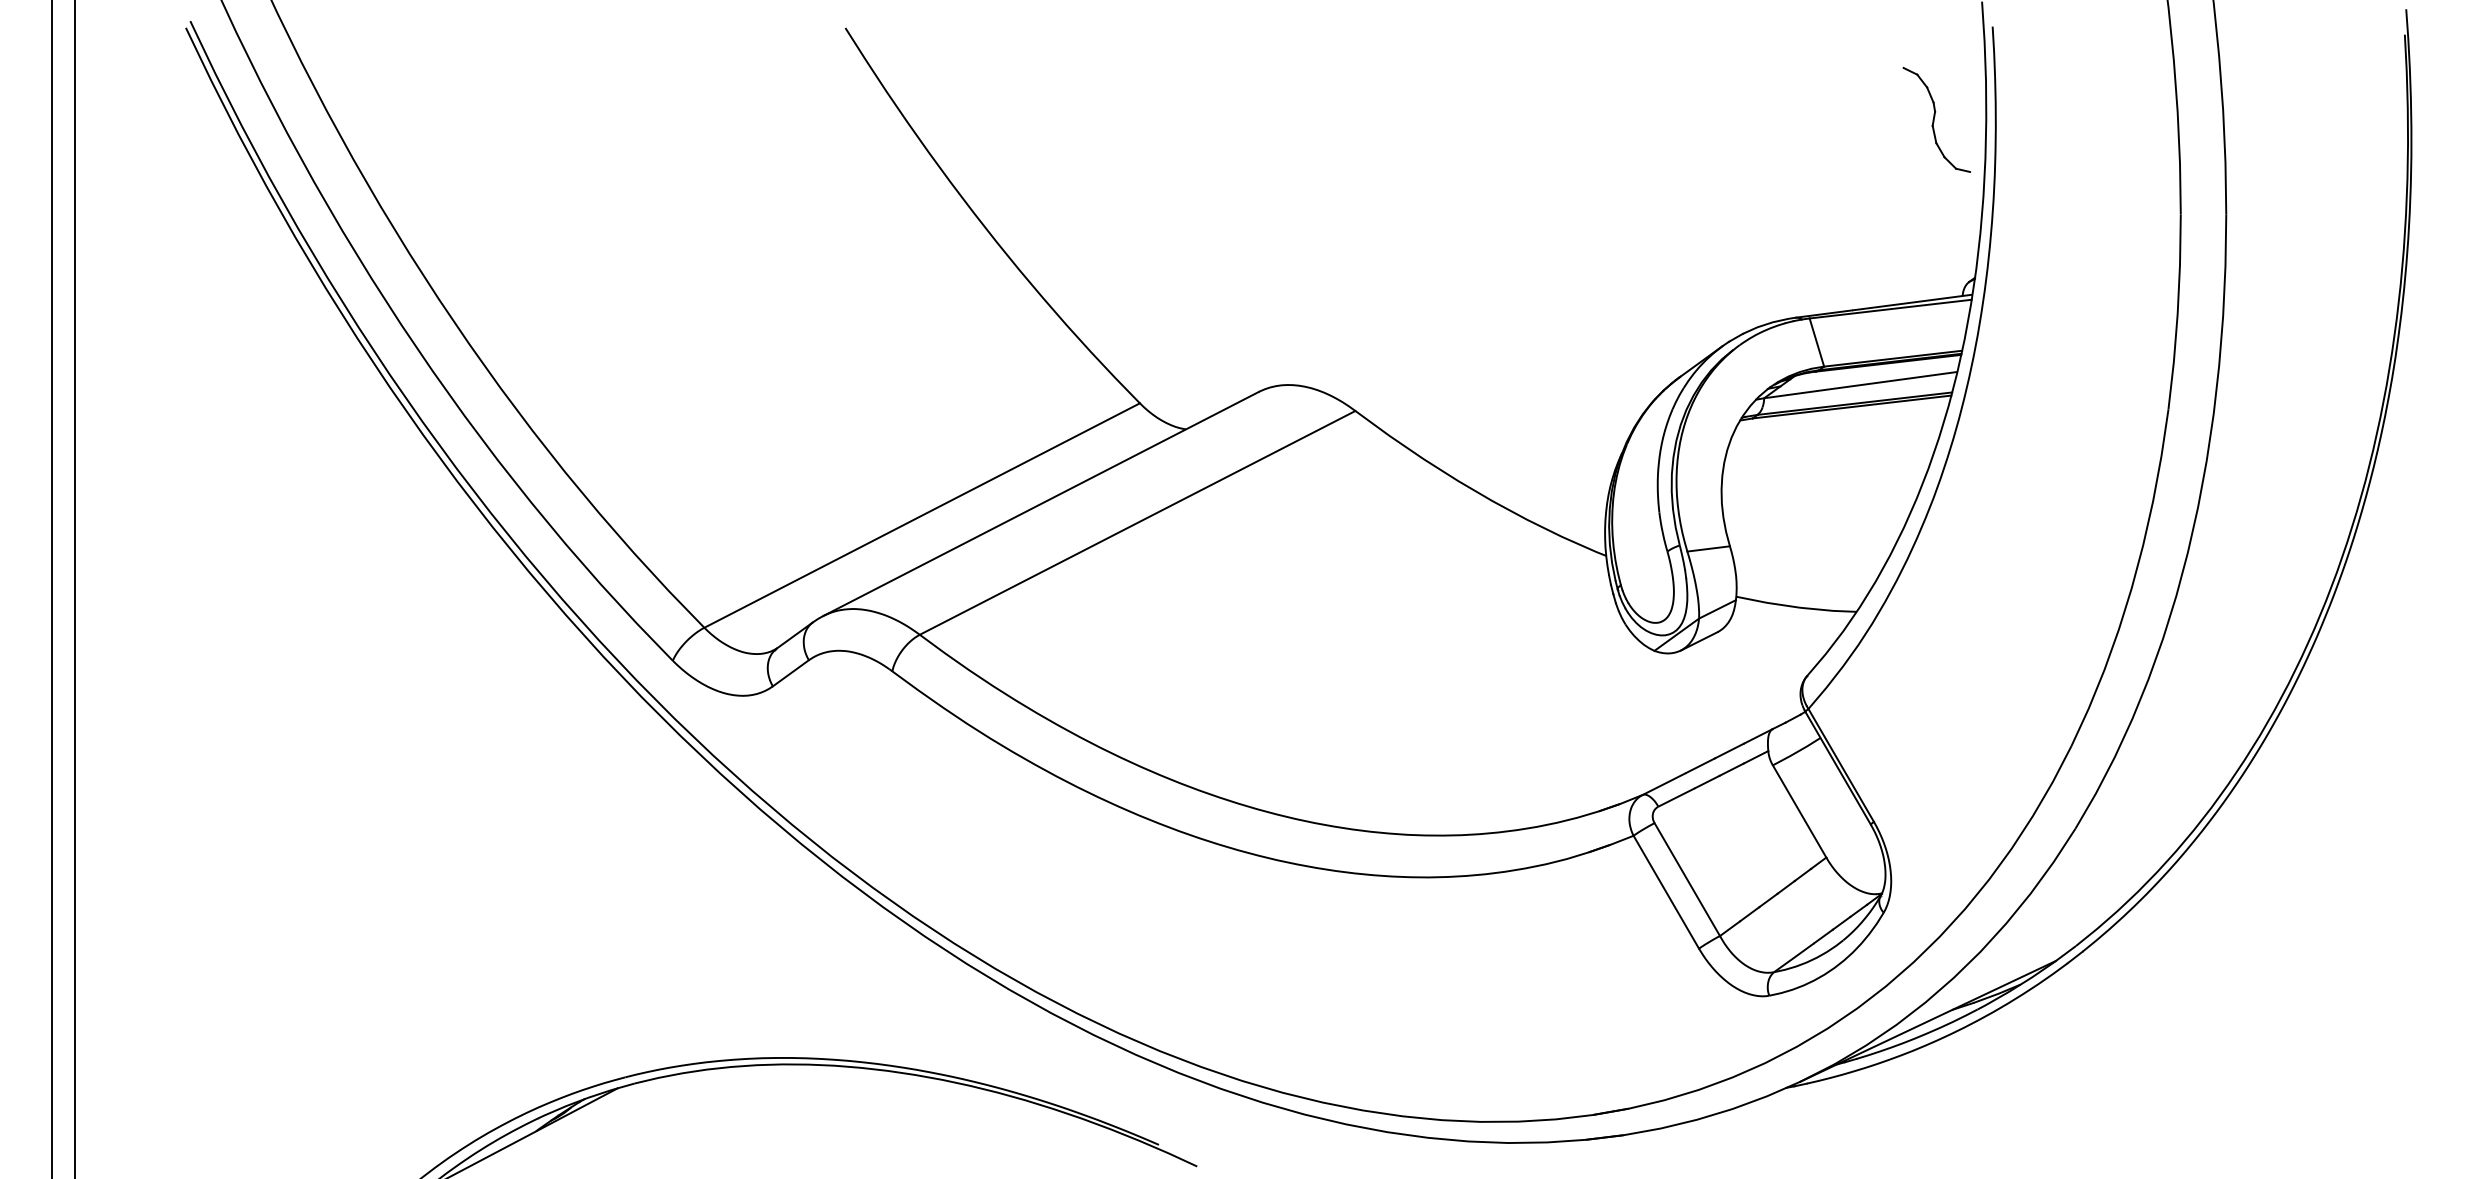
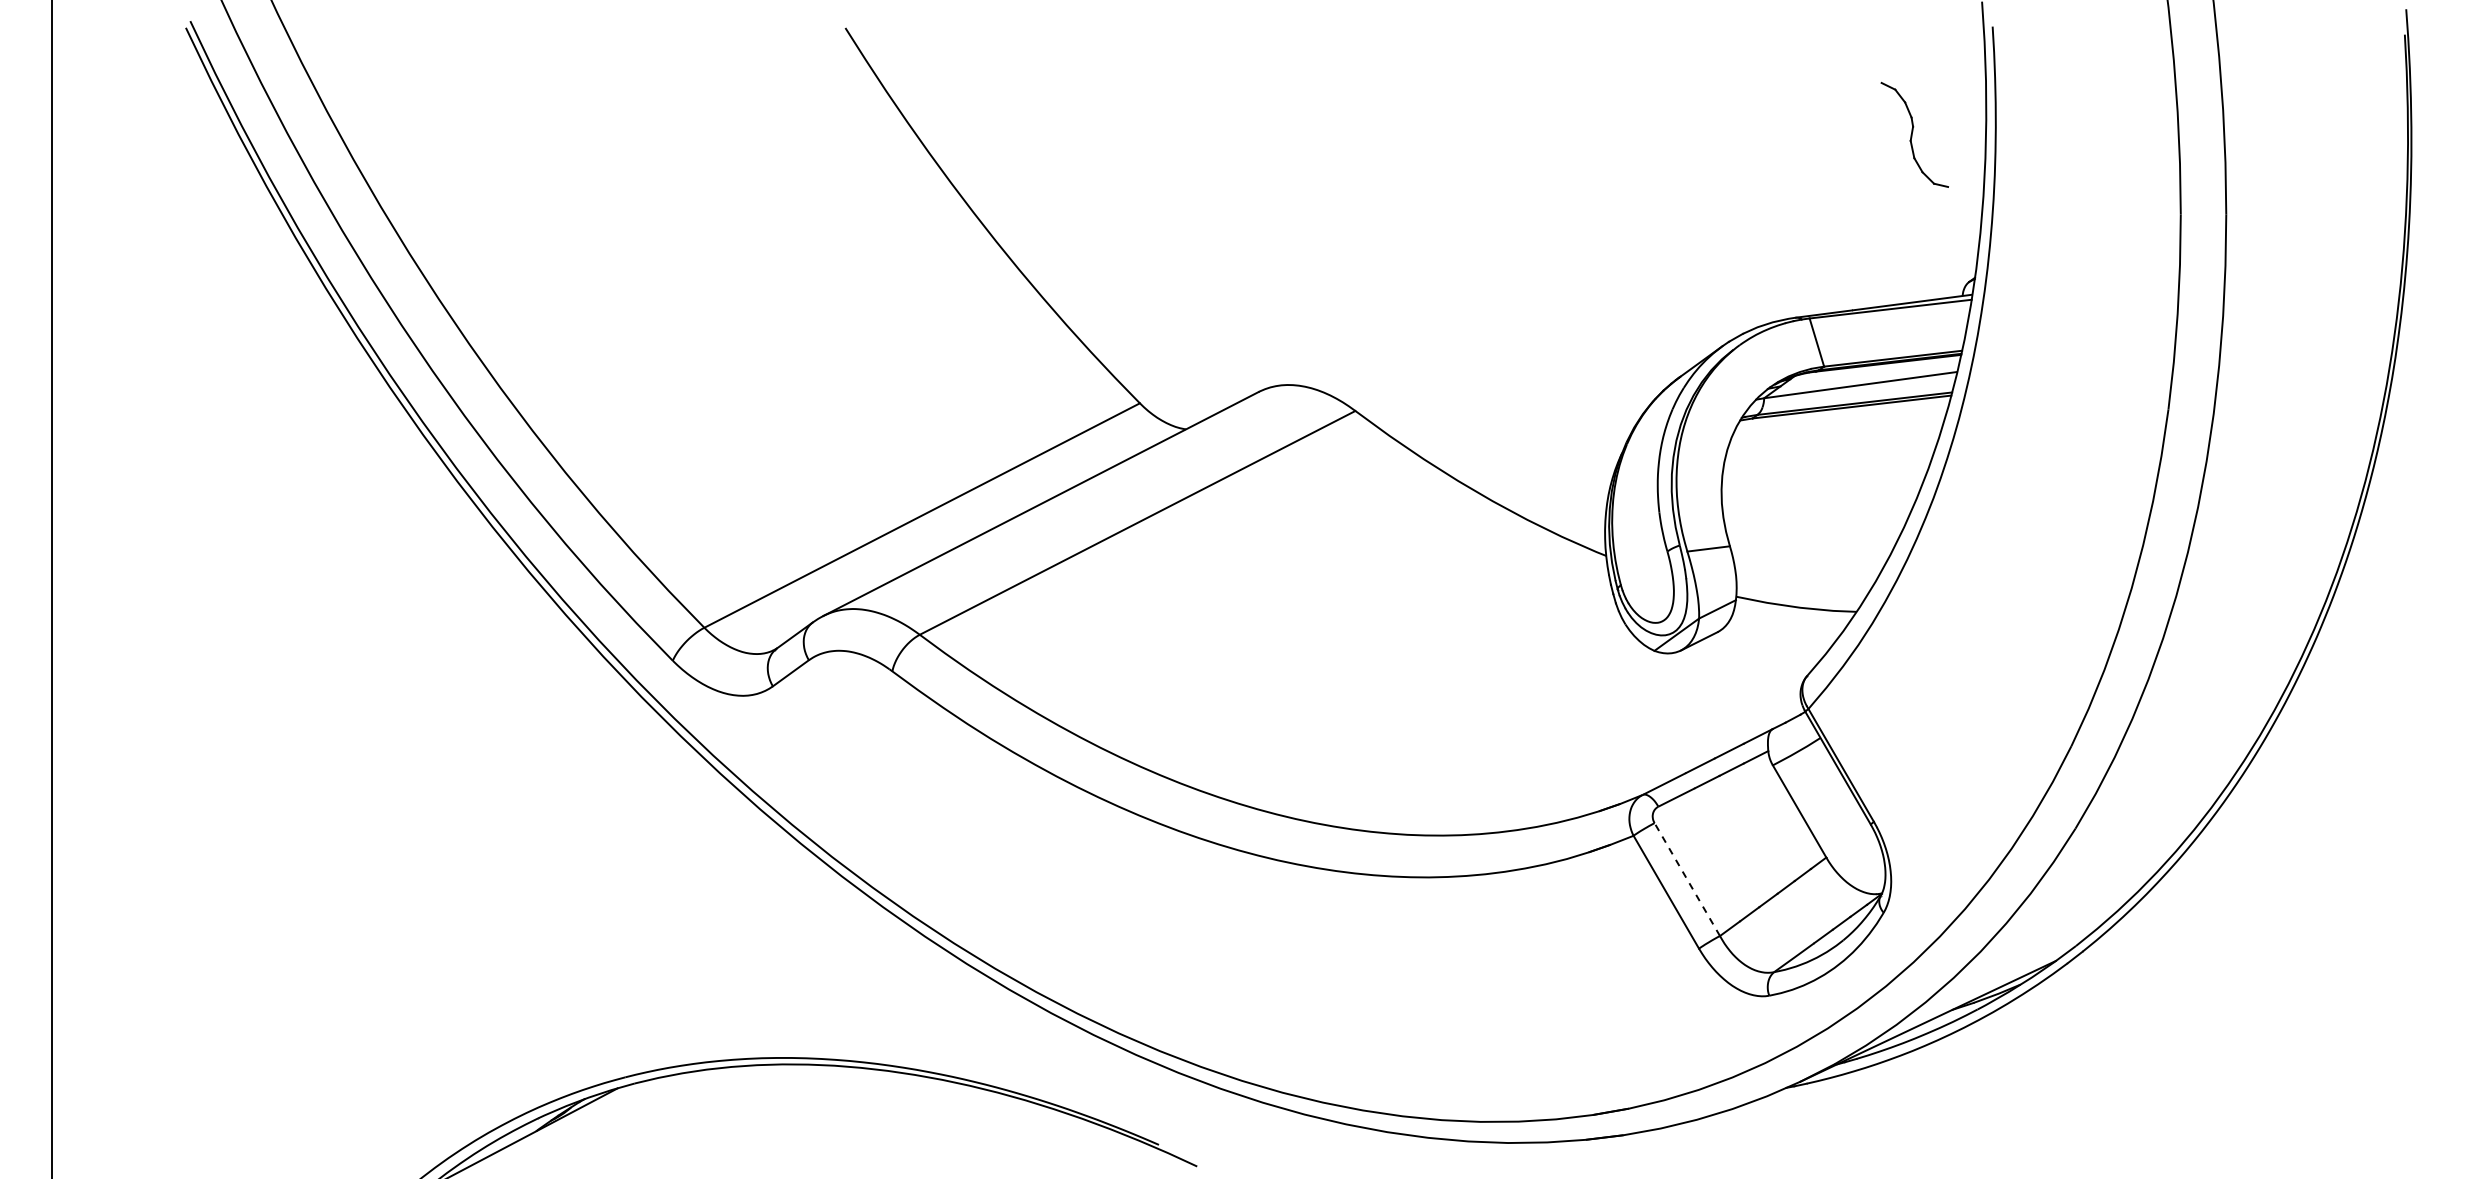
part at (1936, 119) position: (1936, 119) -> (1914, 134)
line at (74, 588): present -> none
line at (1687, 879): solid -> dashed
